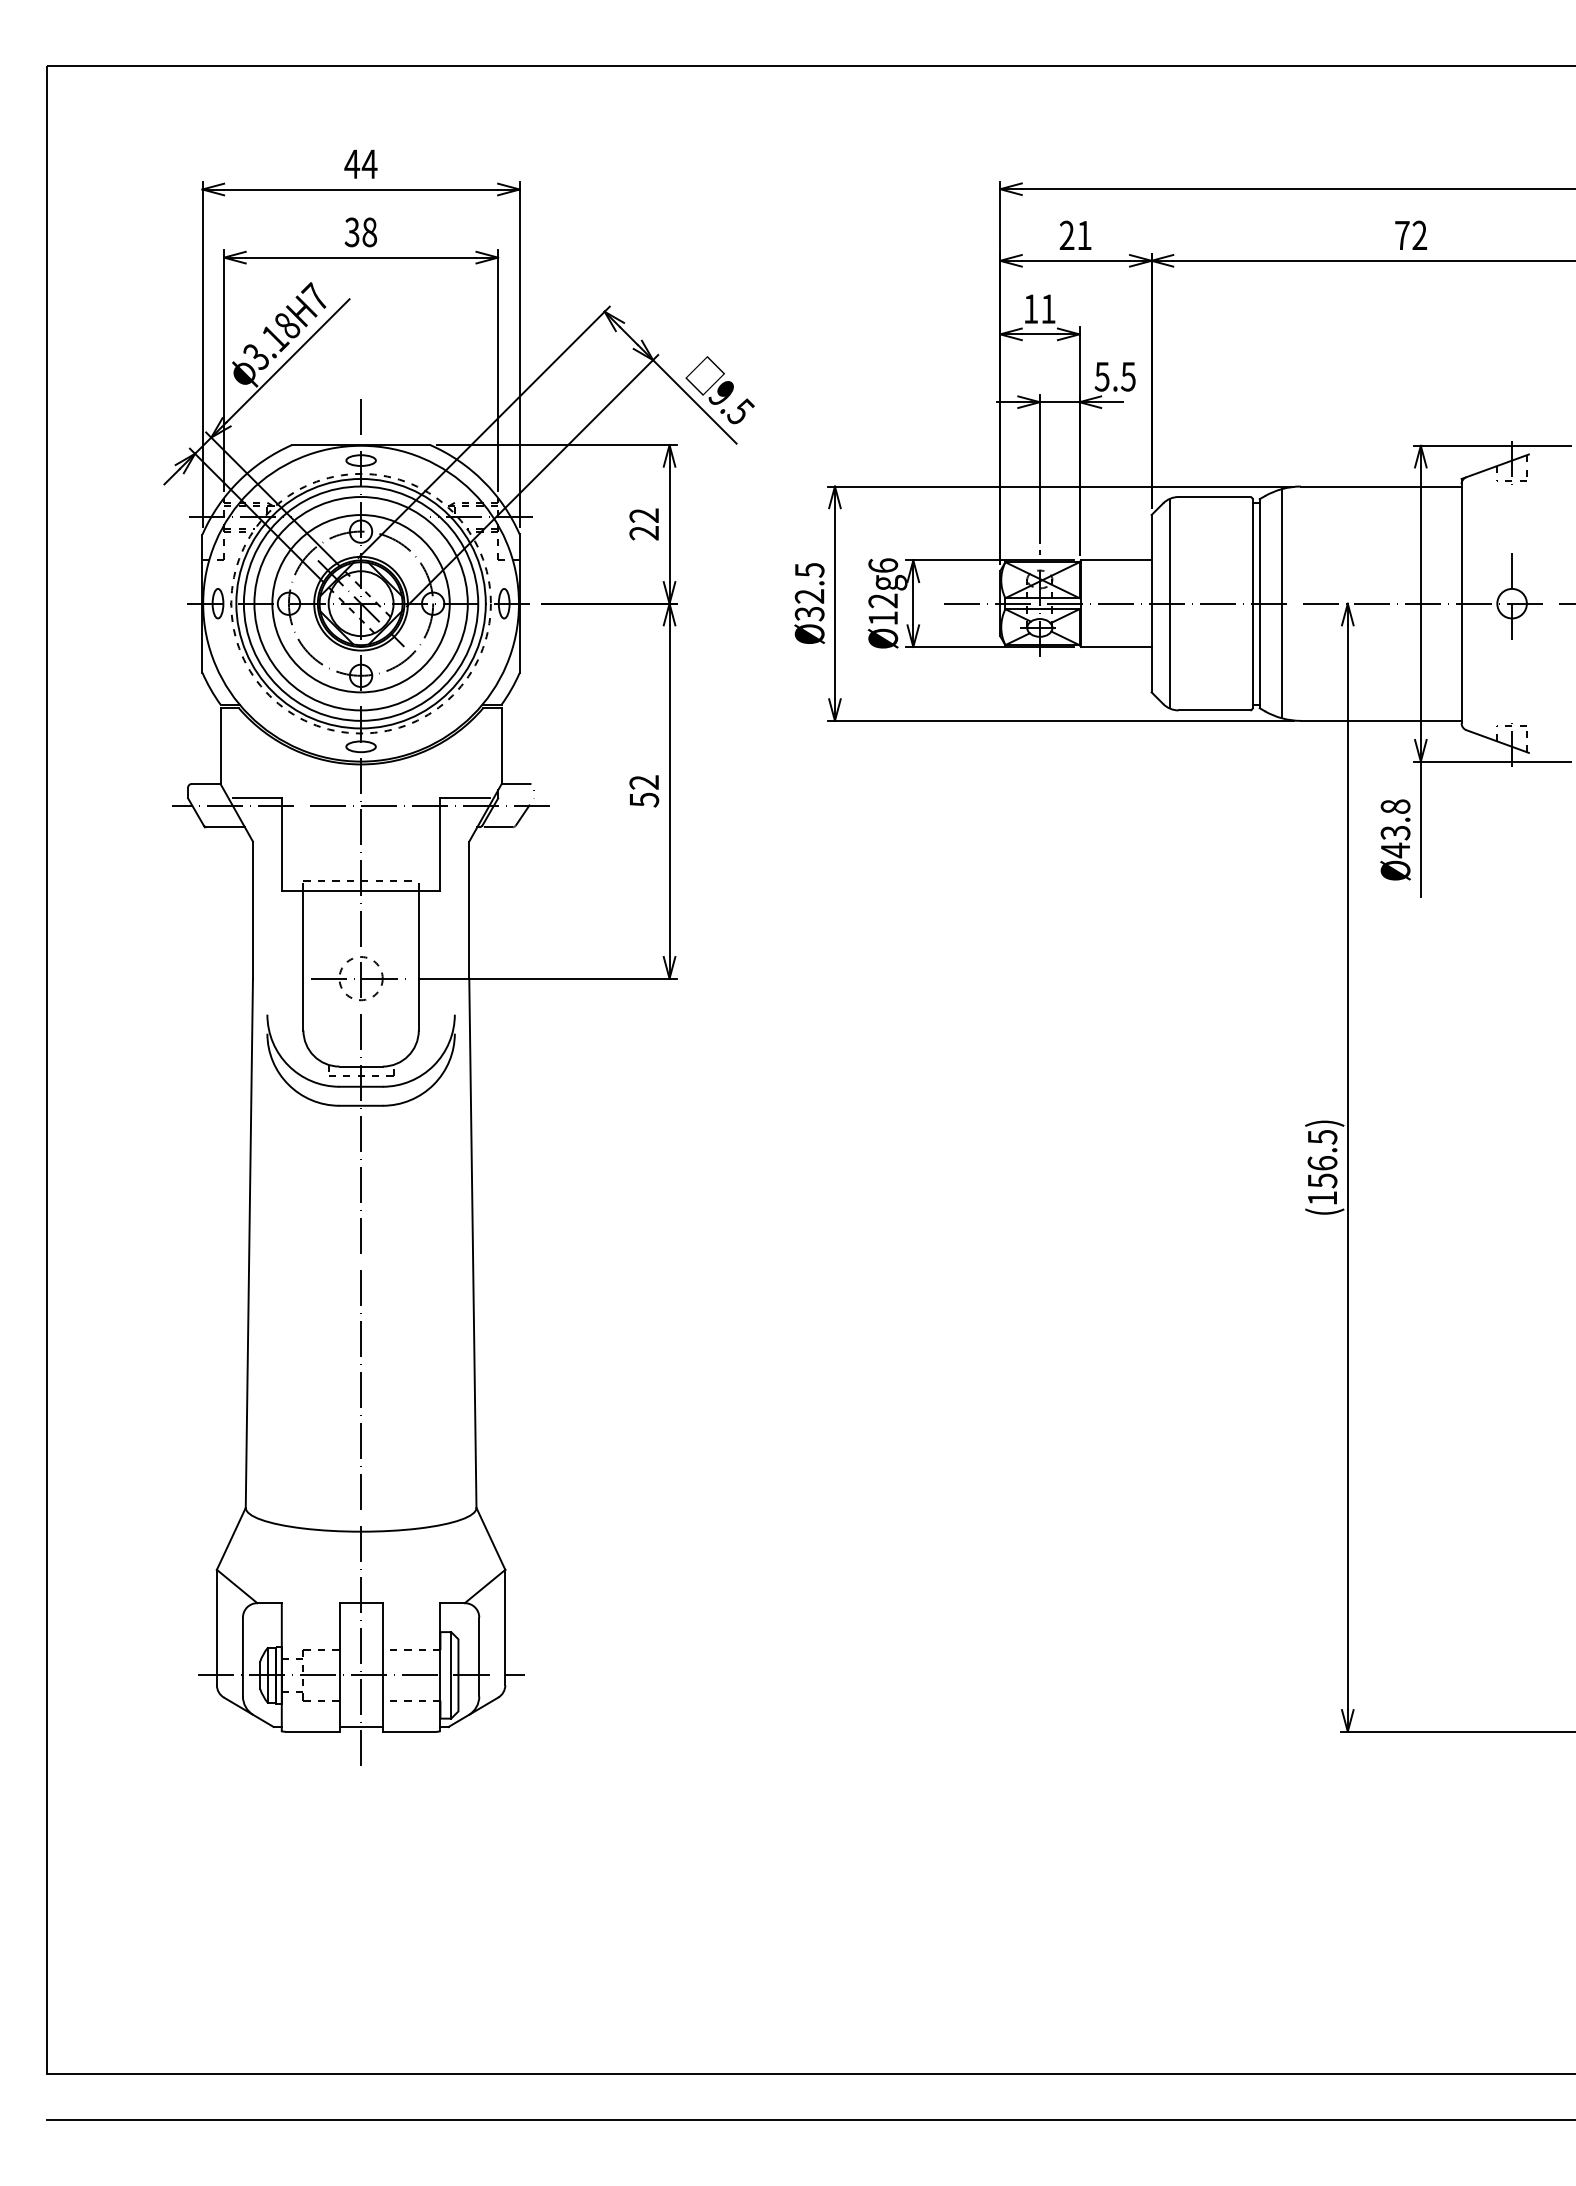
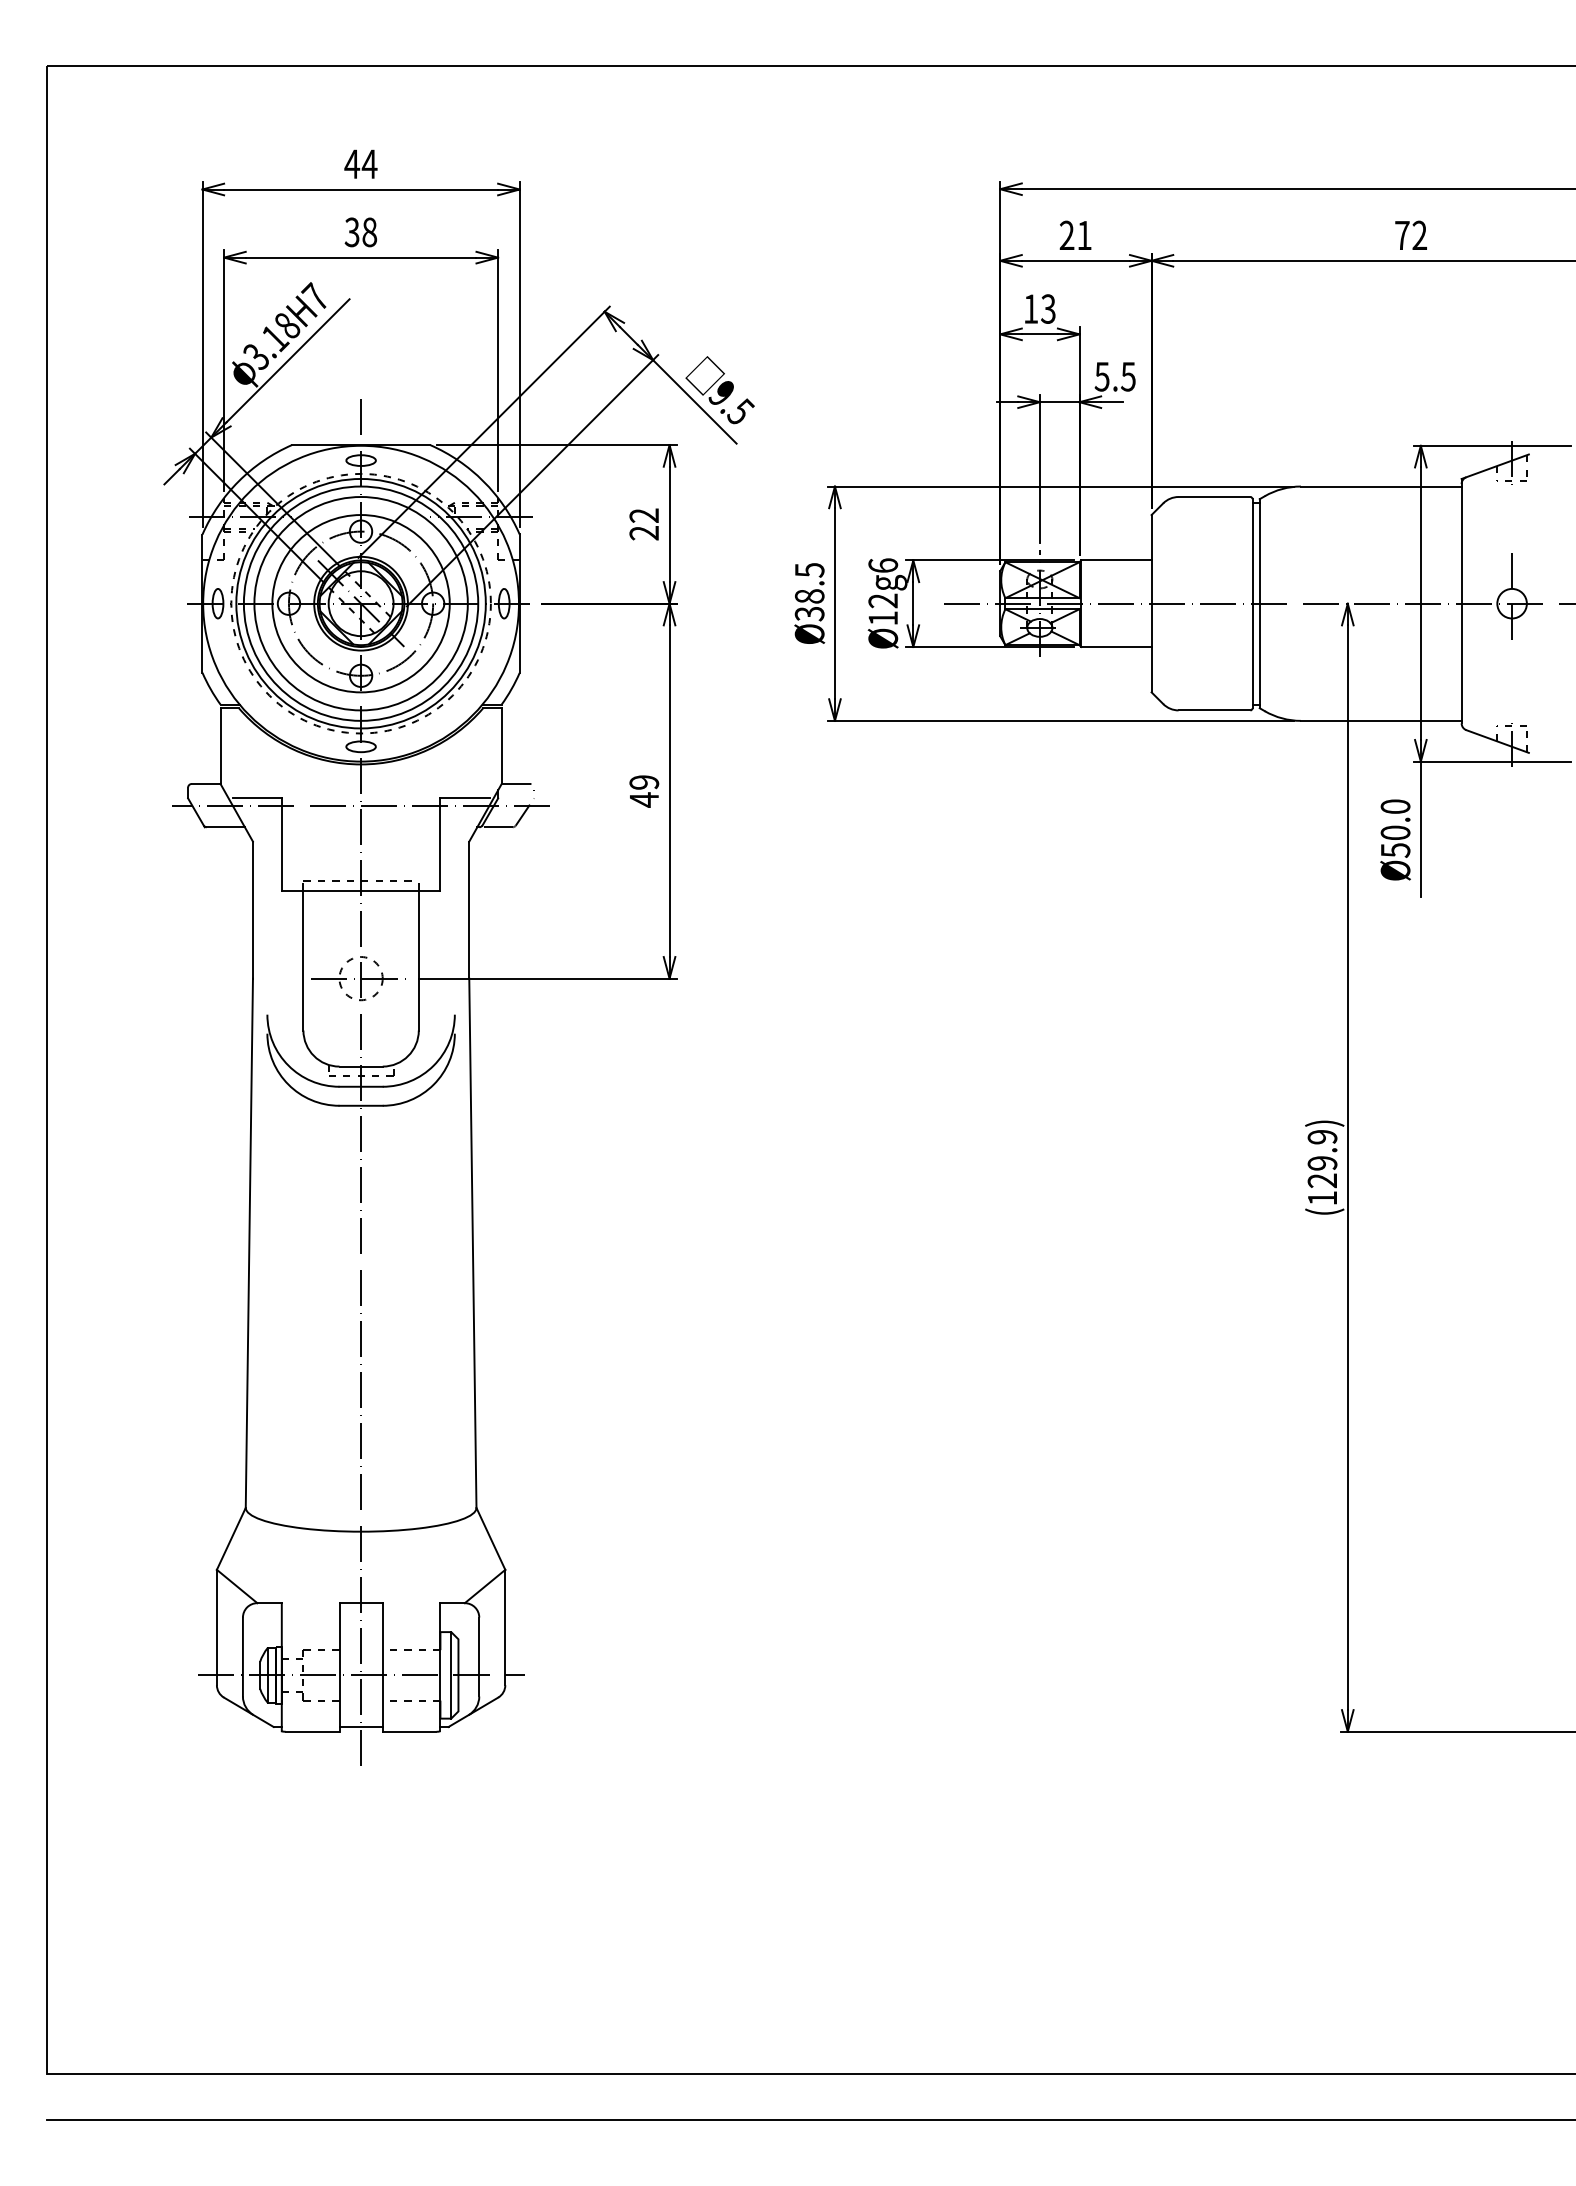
text at (1048, 308): 11 -> 13
text at (809, 596): Ø32.5 -> Ø38.5
line at (1169, 603): present -> none
line at (1281, 603): present -> none
text at (644, 791): 52 -> 49
text at (1395, 828): Ø43.8 -> Ø50.0
text at (1322, 1159): (156.5) -> (129.9)
